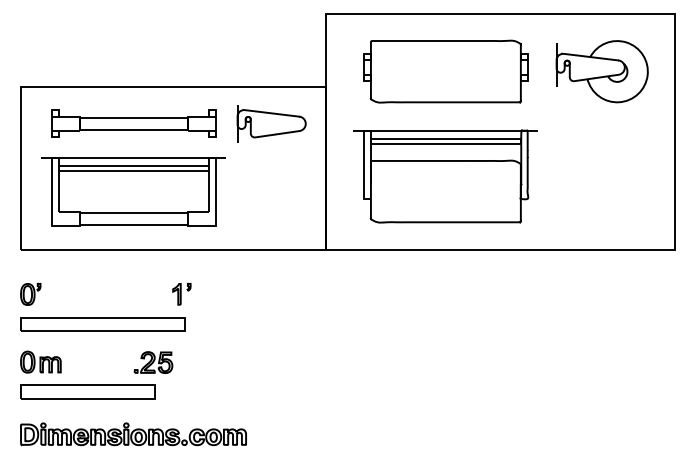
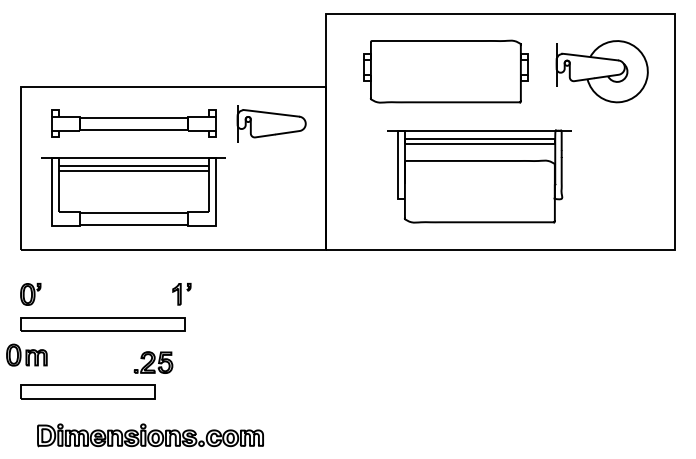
part at (445, 176) position: (445, 176) -> (479, 176)
part at (40, 361) position: (40, 361) -> (26, 354)
part at (133, 434) position: (133, 434) -> (150, 435)
